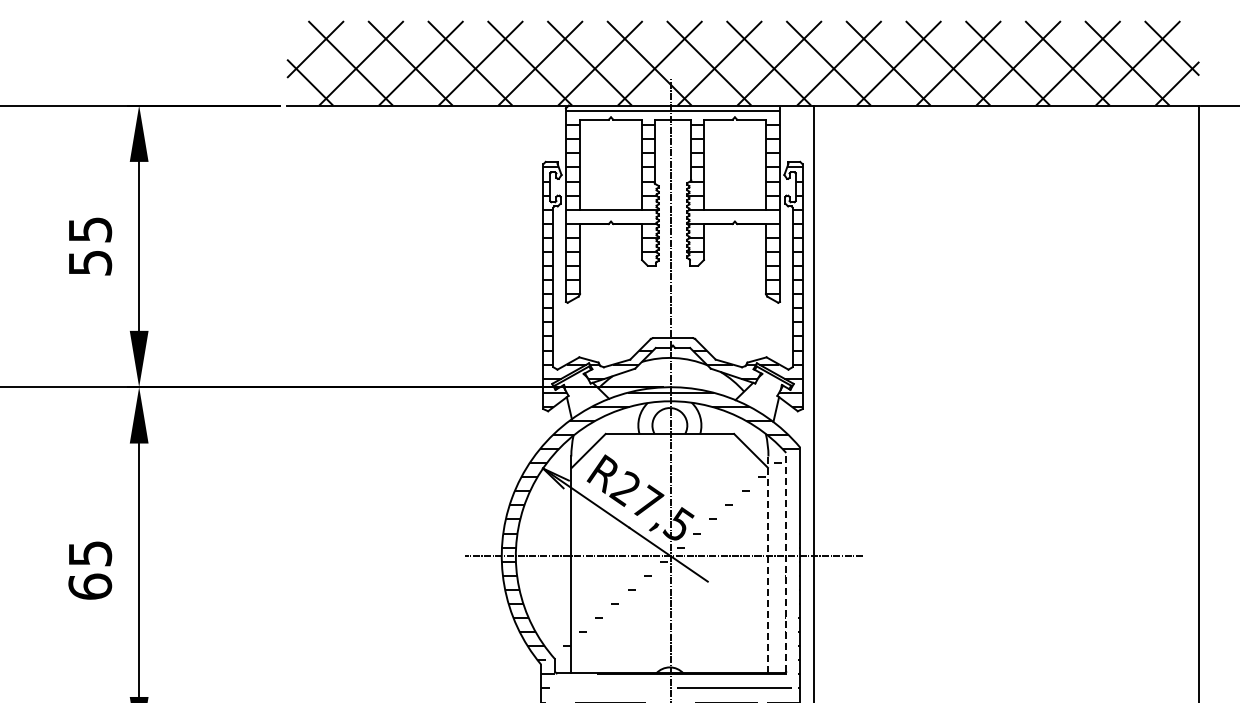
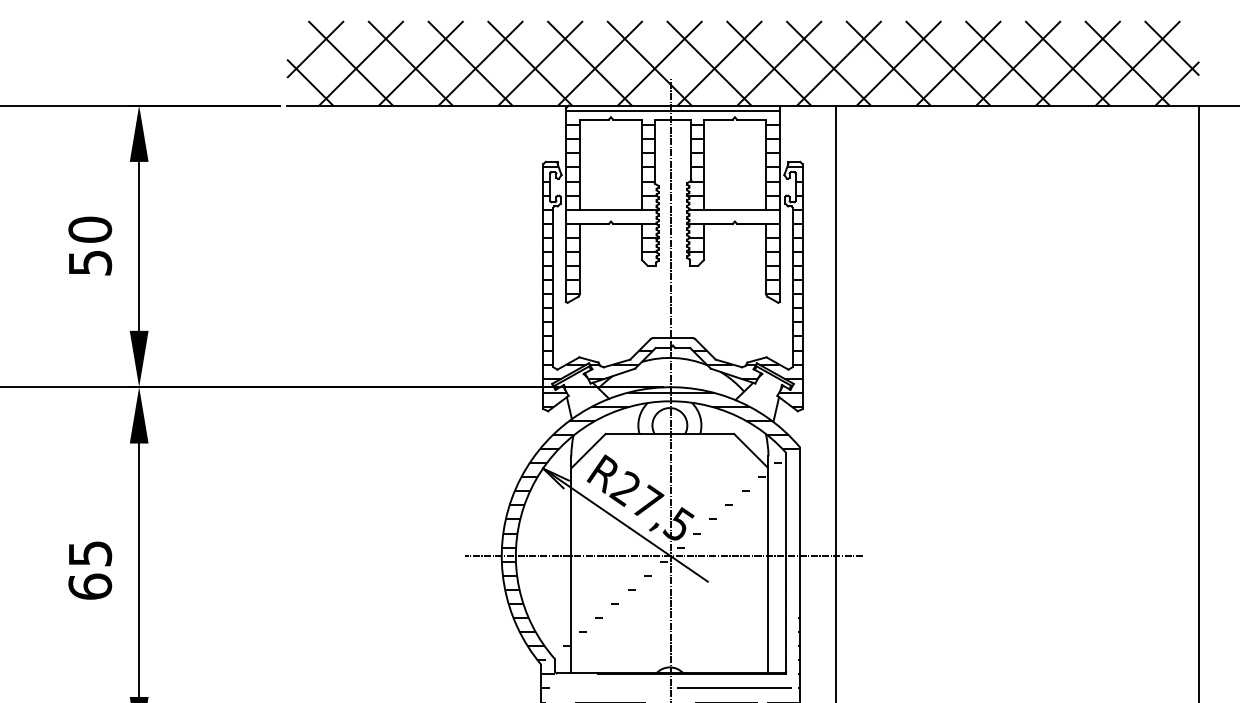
text at (90, 229): 55 -> 50
line at (814, 402) position: (814, 402) -> (836, 402)
line at (786, 562): dashed -> solid
line at (768, 564): dashed -> solid
